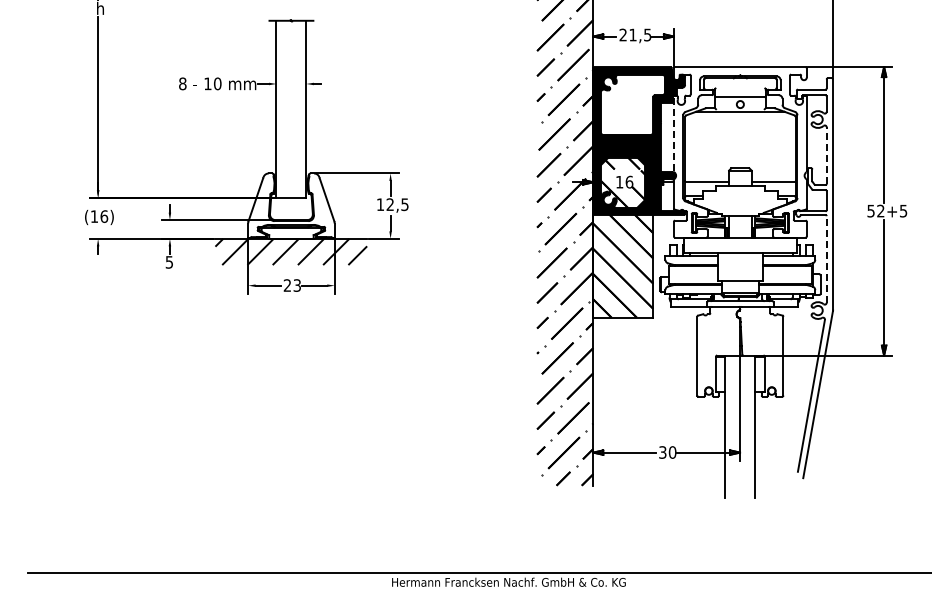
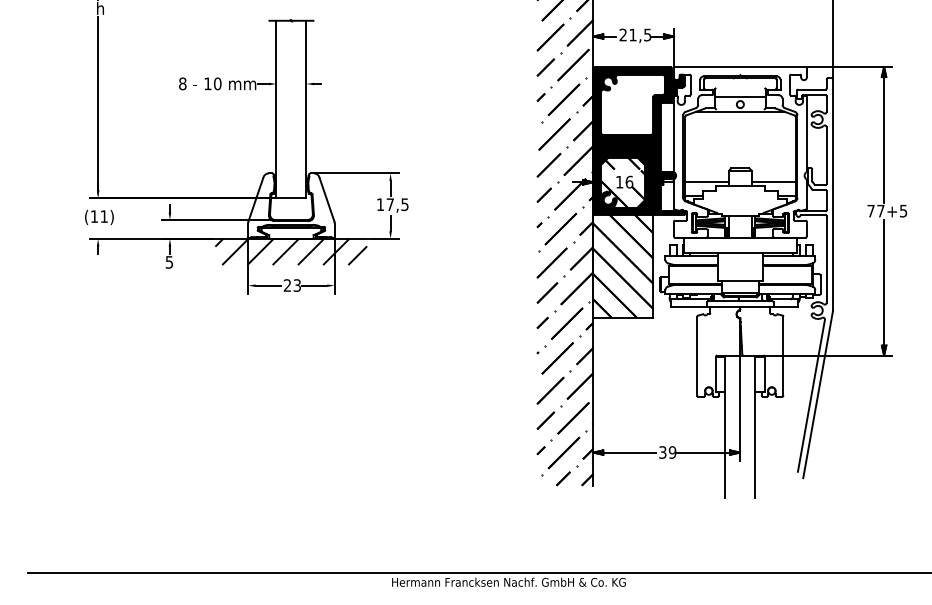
line at (673, 133): dashed -> solid
line at (826, 155): dashed -> solid
text at (389, 204): 12,5 -> 17,5
text at (875, 210): 52 -> 77
text at (104, 216): (16) -> (11)
line at (826, 258): dashed -> solid
text at (672, 452): 30 -> 39
